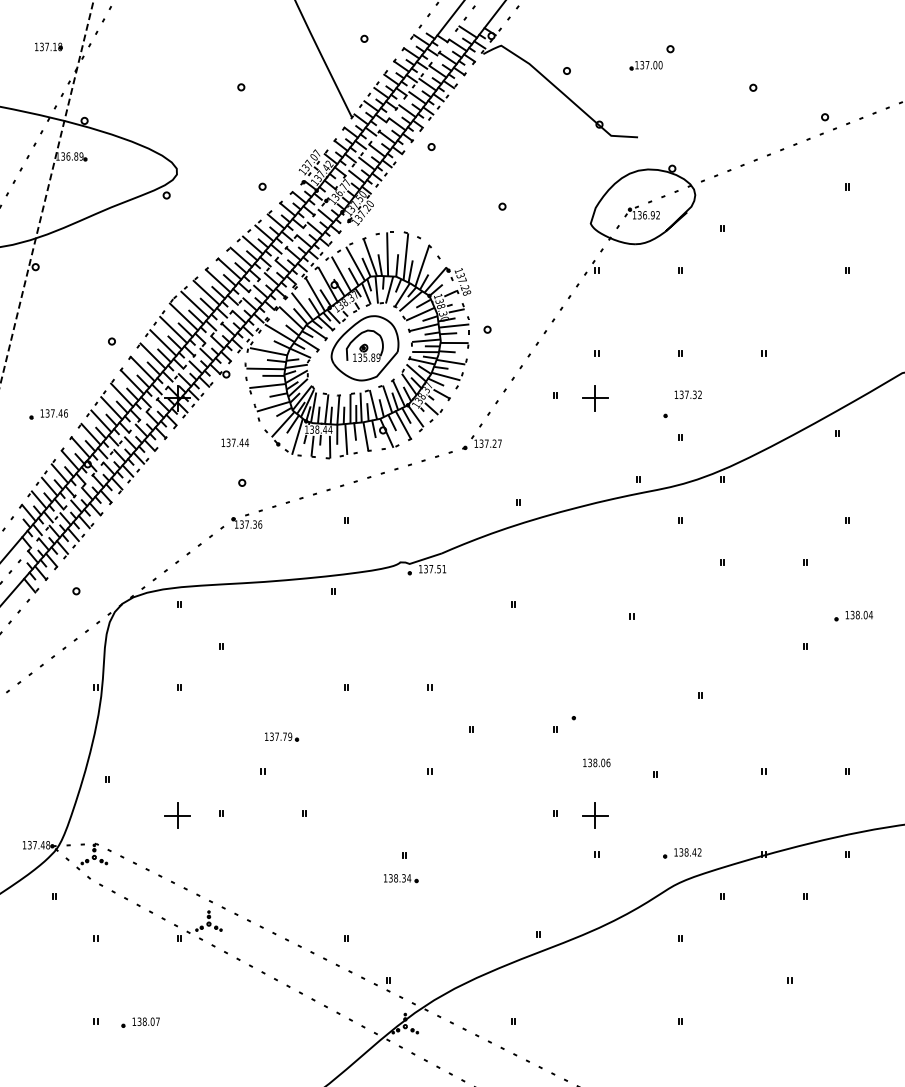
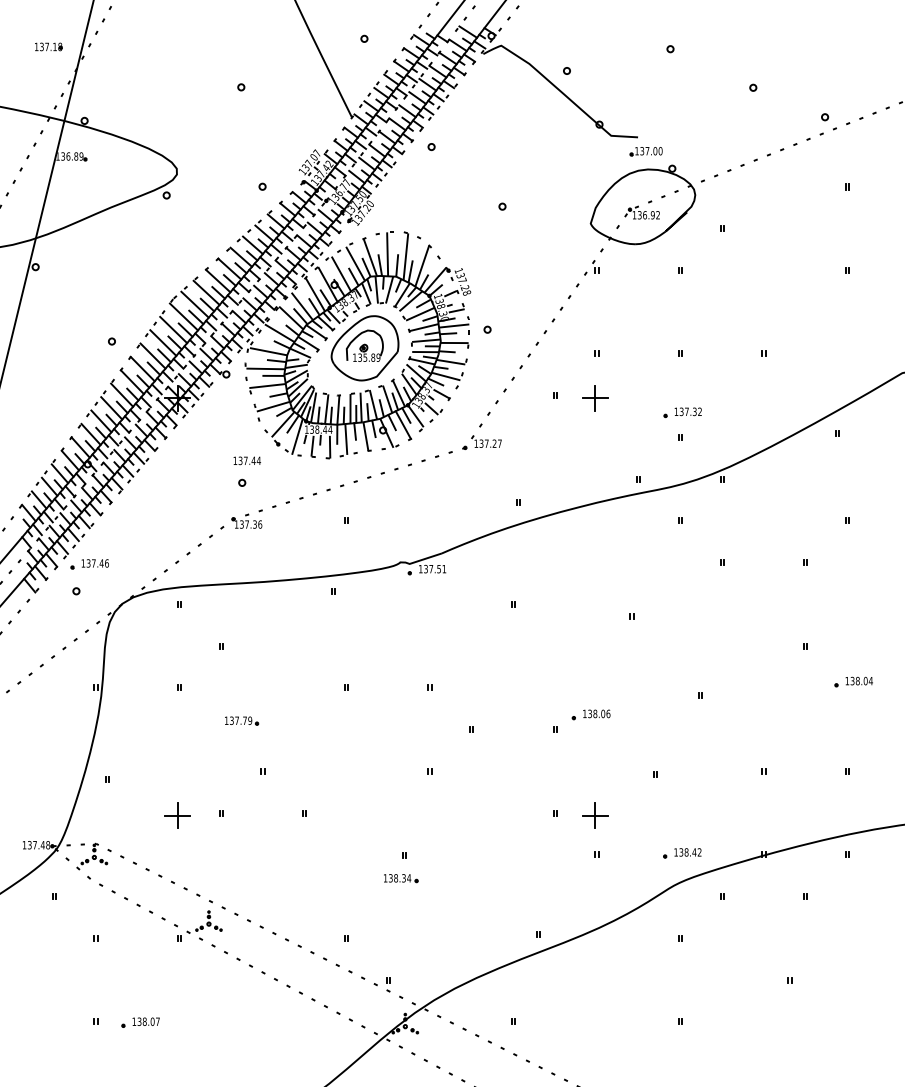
part at (645, 65) position: (645, 65) -> (645, 151)
line at (46, 192): dashed -> solid
text at (687, 394) position: (687, 394) -> (687, 411)
part at (48, 414) position: (48, 414) -> (89, 564)
text at (234, 442) position: (234, 442) -> (246, 460)
part at (853, 615) position: (853, 615) -> (853, 681)
part at (282, 736) position: (282, 736) -> (242, 720)
text at (596, 762) position: (596, 762) -> (596, 713)
